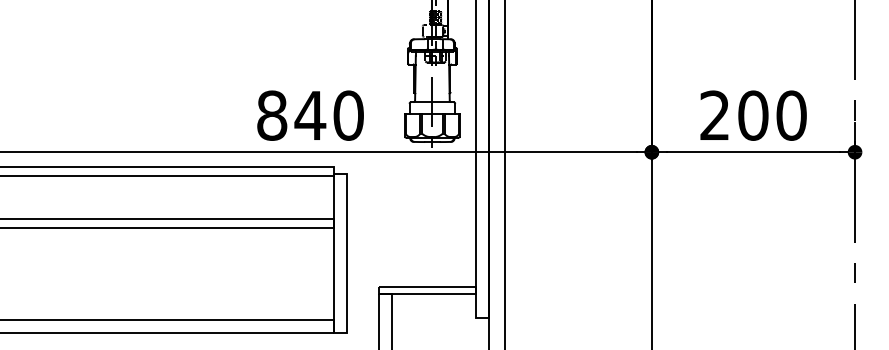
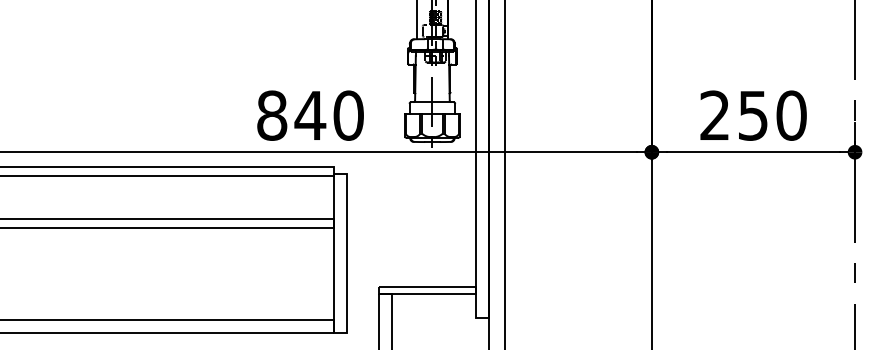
line at (416, 20): none -> present
text at (753, 115): 200 -> 250
